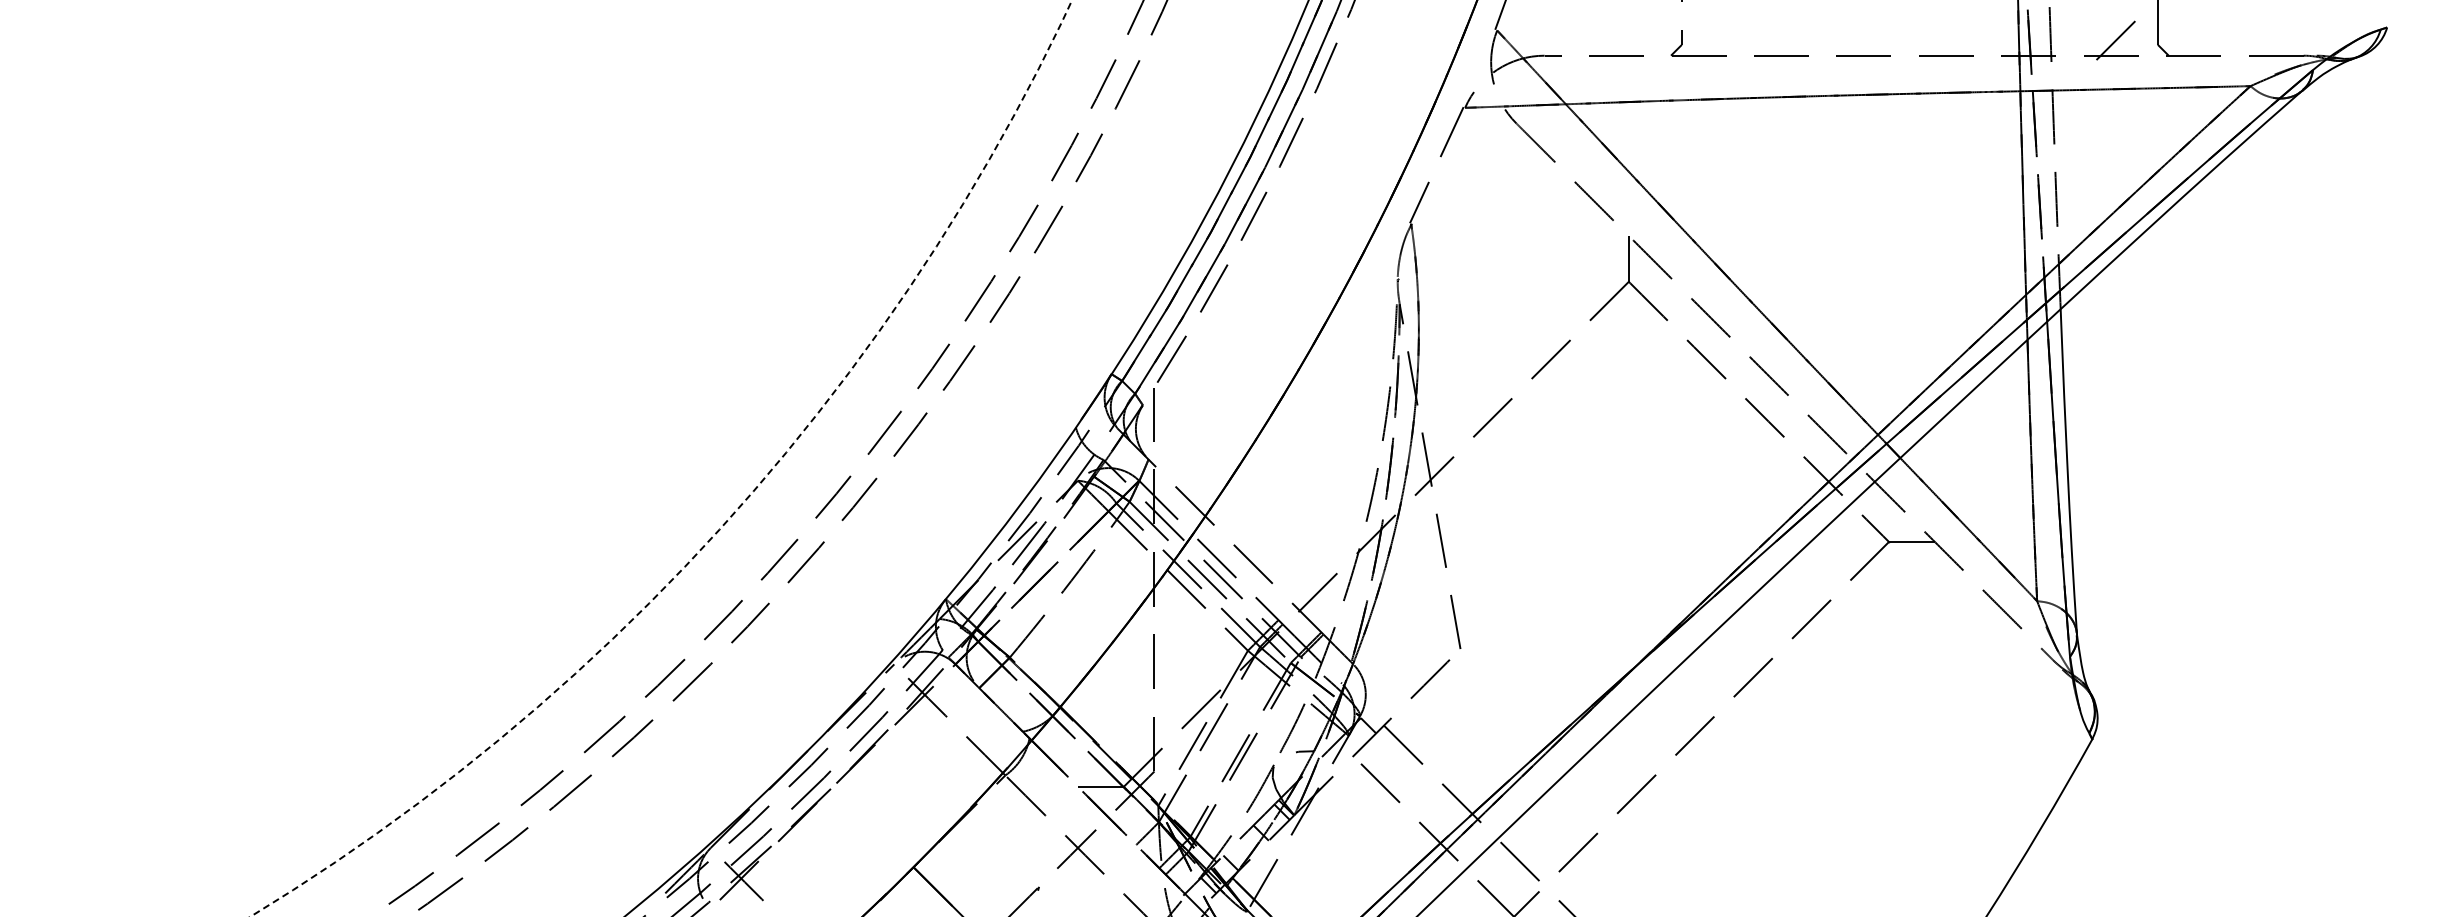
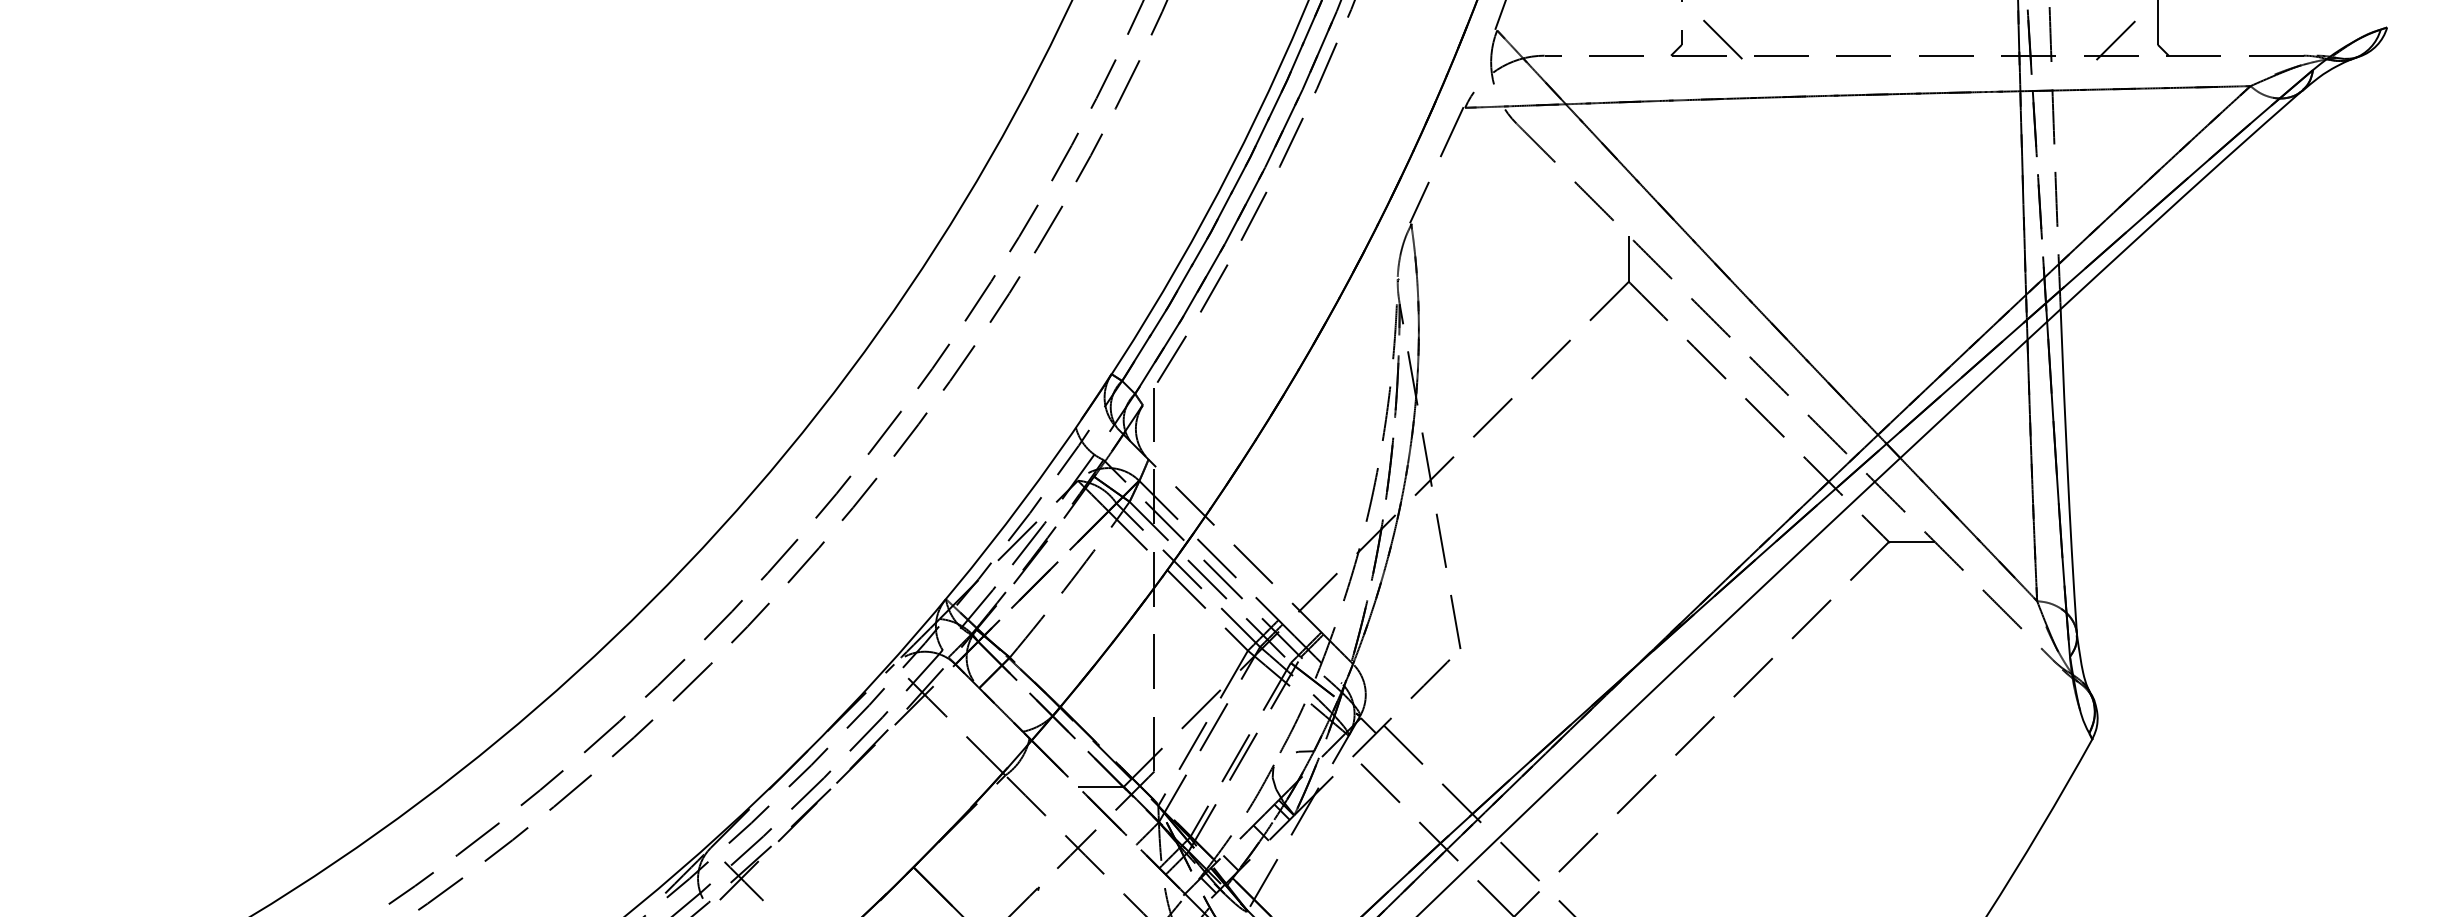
line at (1723, 40): none -> present
circle at (660, 458): dashed -> solid
